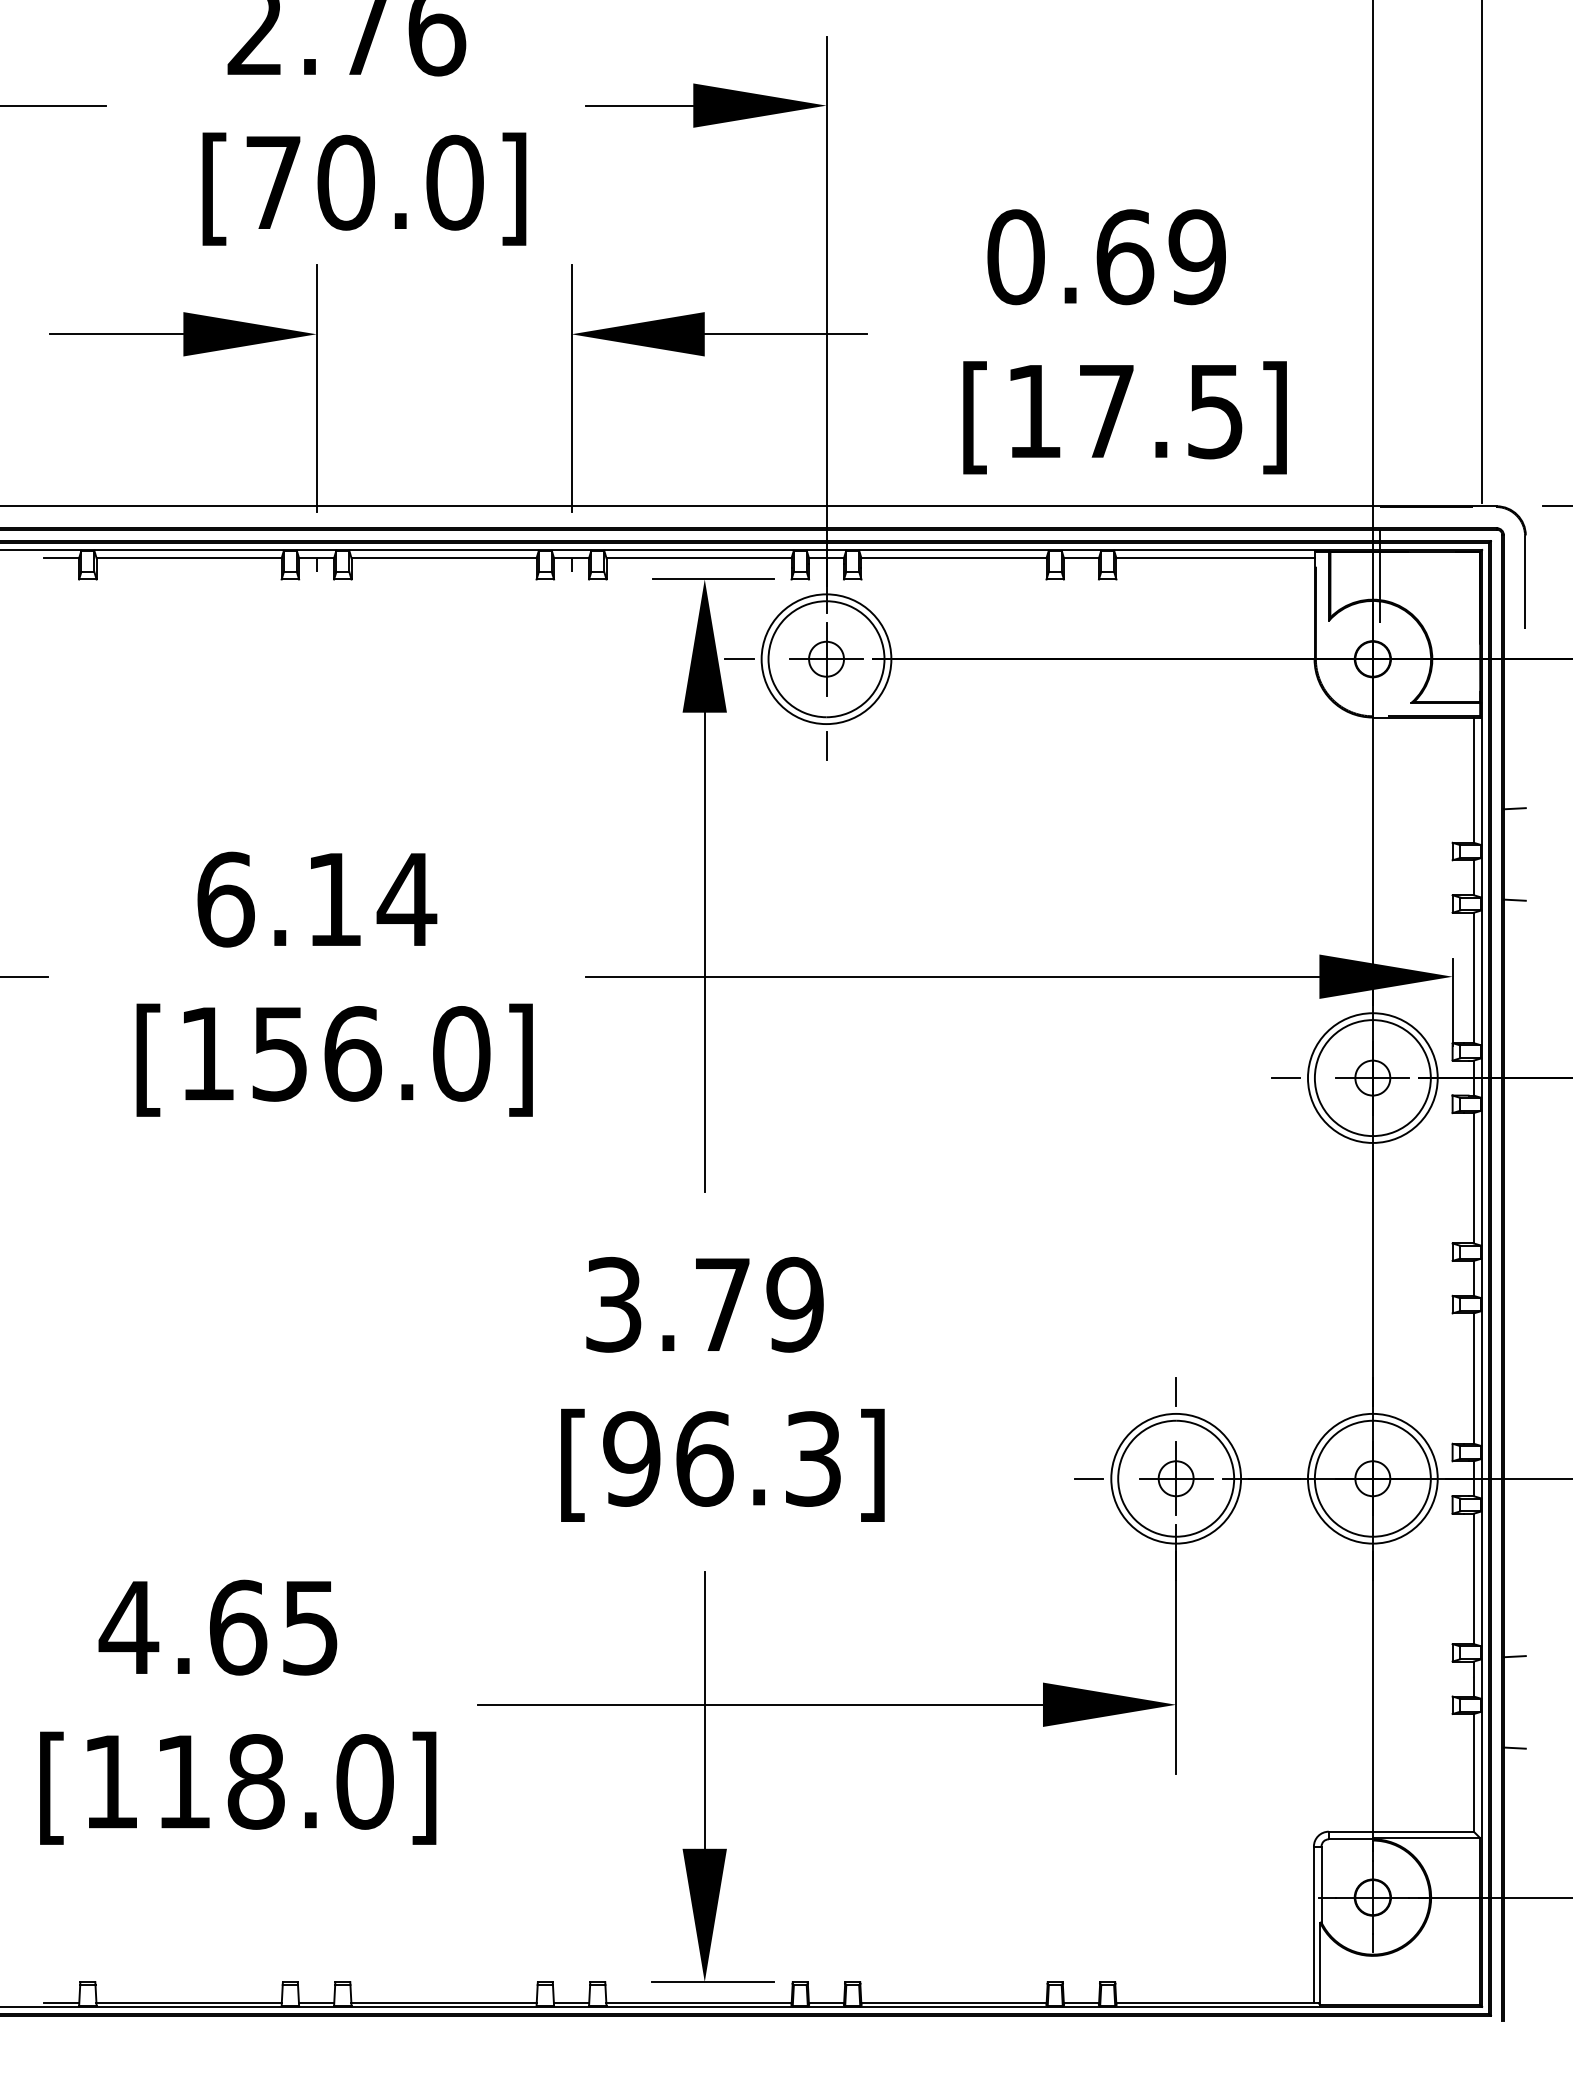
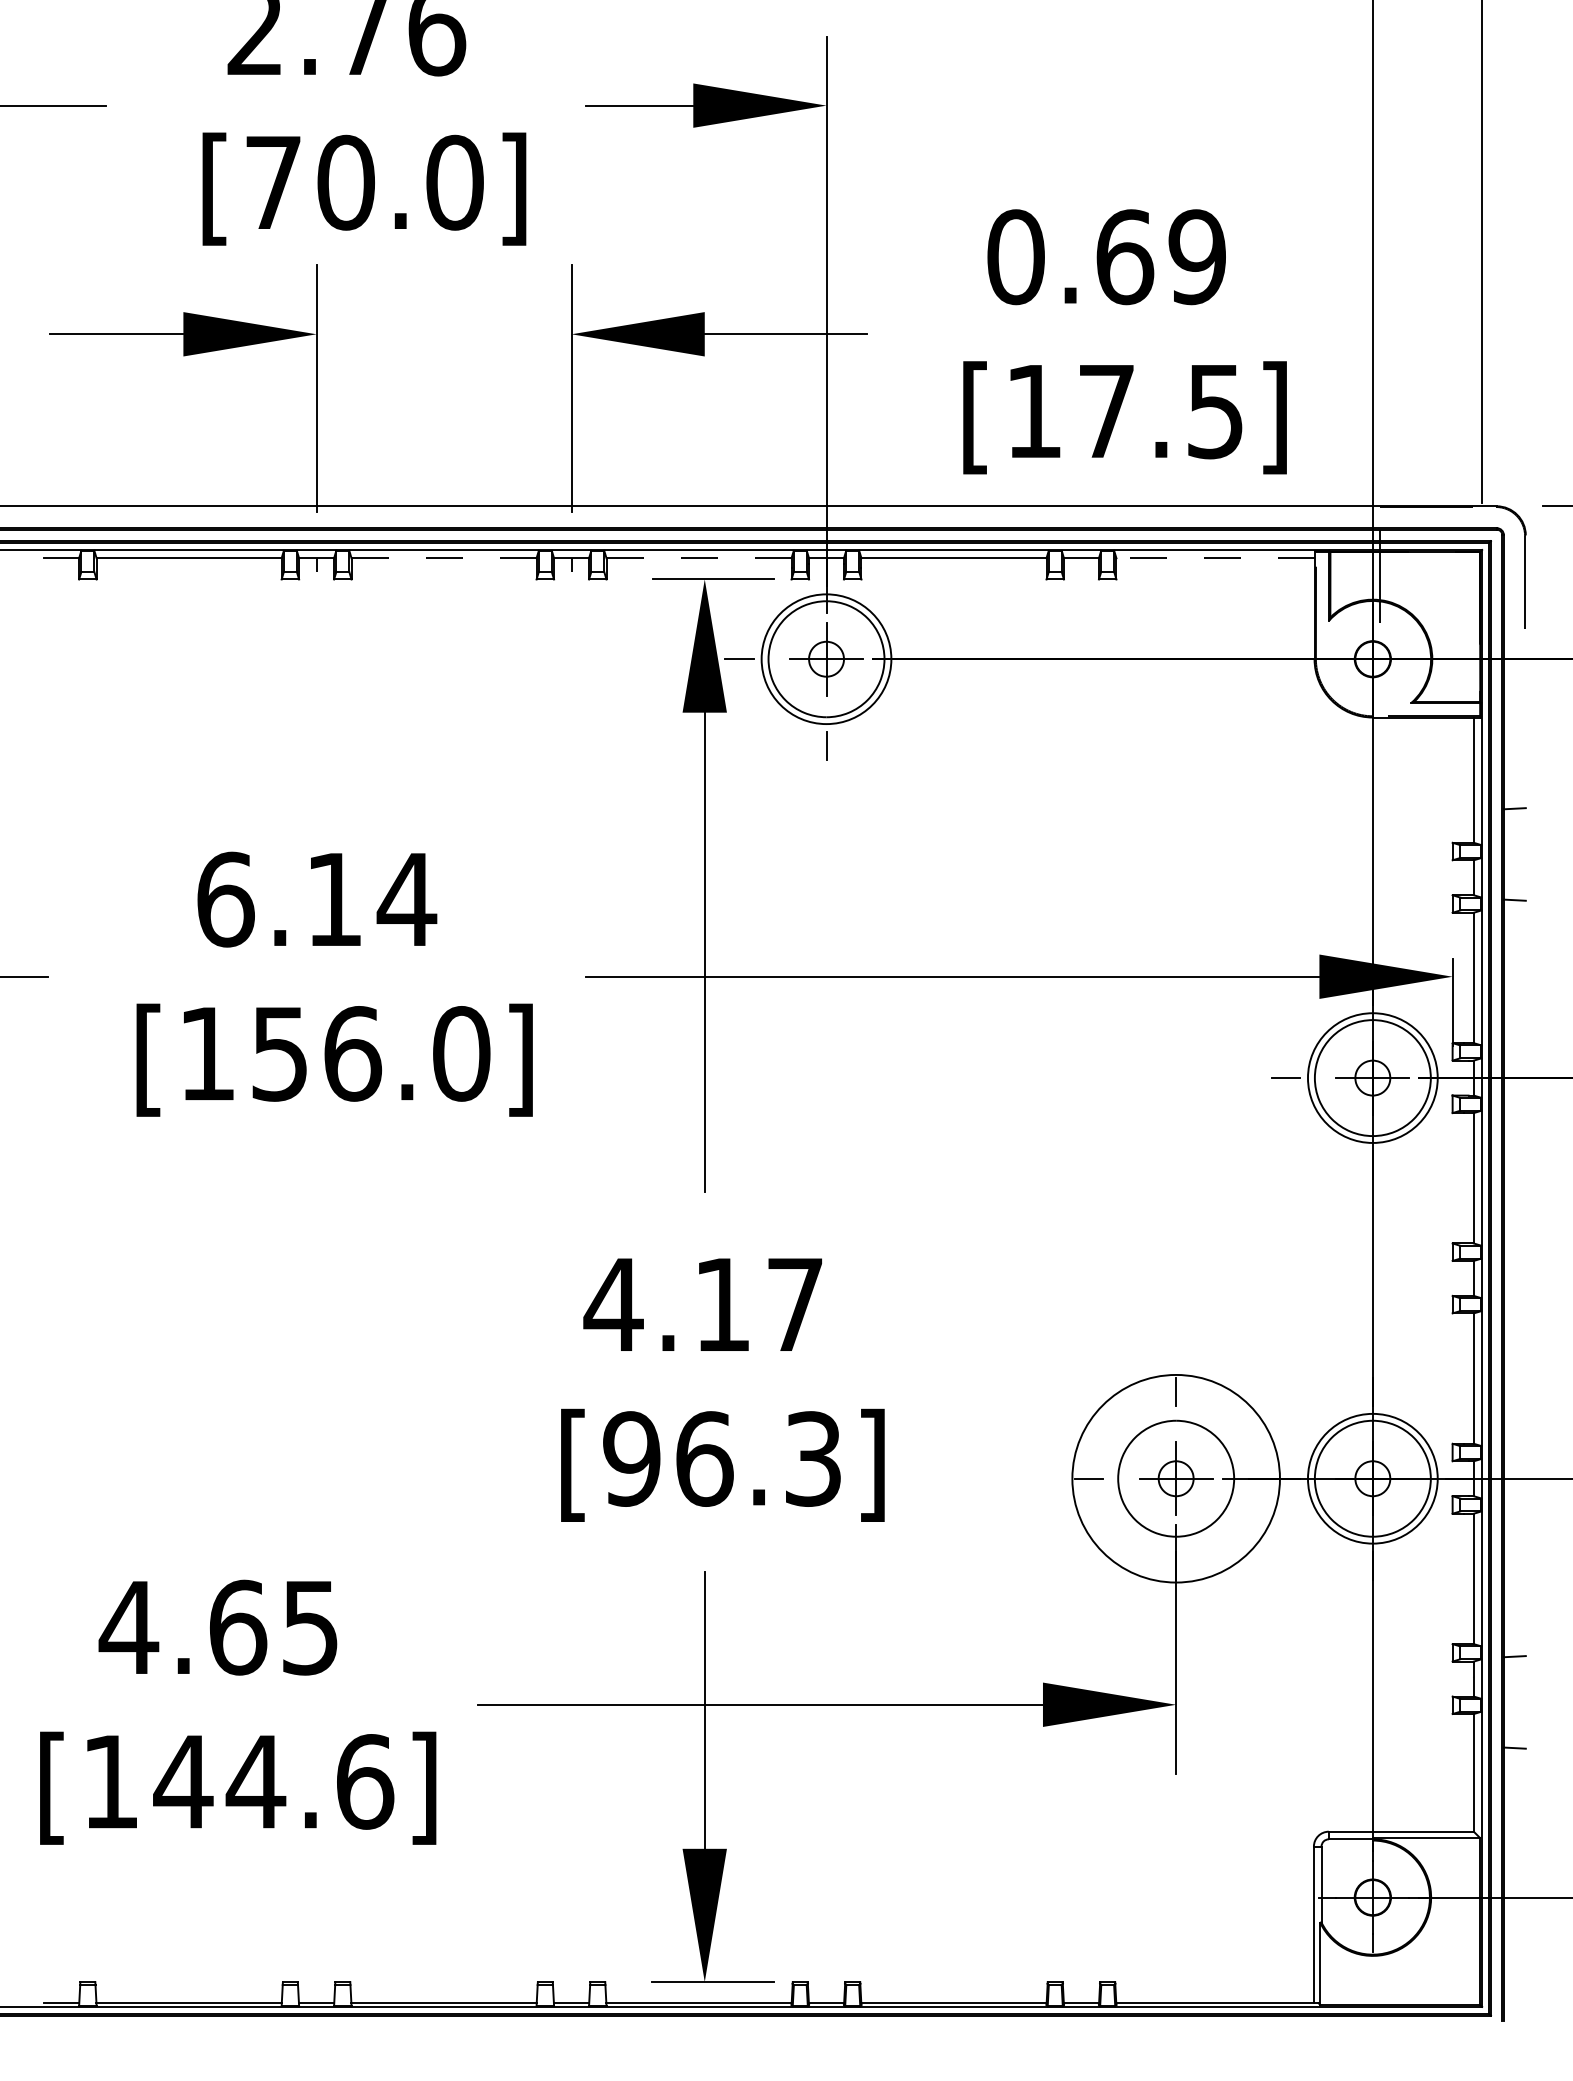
line at (444, 558): solid -> dashed
line at (699, 558): solid -> dashed
line at (1215, 558): solid -> dashed
text at (703, 1304): 3.79 -> 4.17
circle at (1176, 1478) diameter: 130 px -> 208 px
text at (273, 1781): [118.0] -> [144.6]
